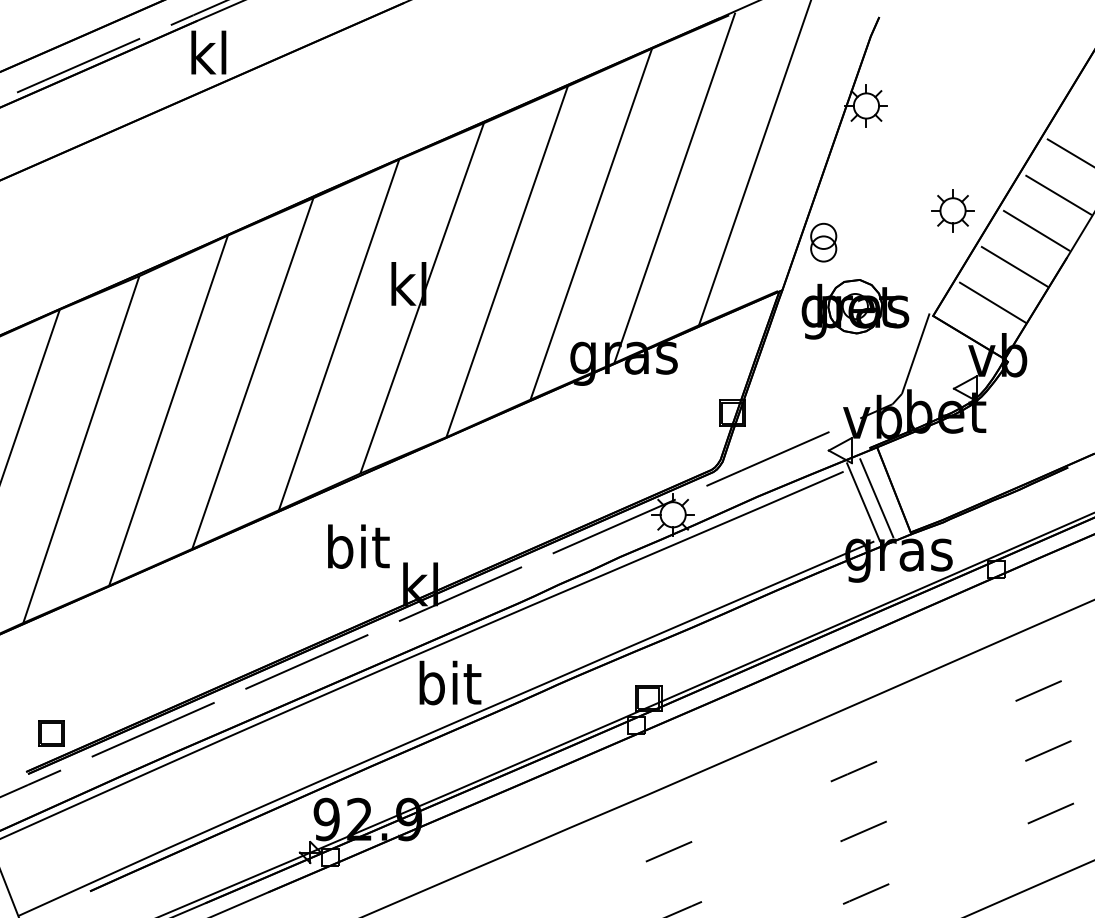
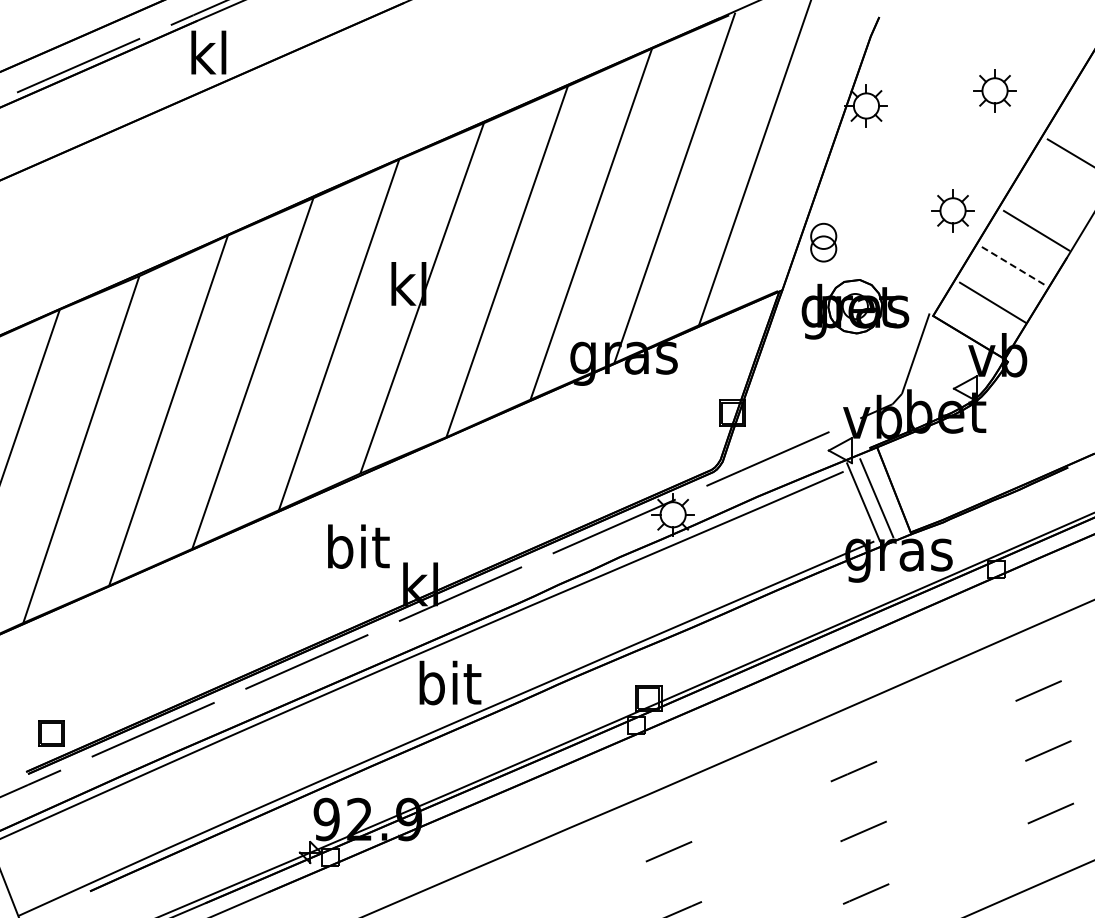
part at (994, 90): none -> present
line at (1058, 194): present -> none
line at (1015, 267): solid -> dashed
